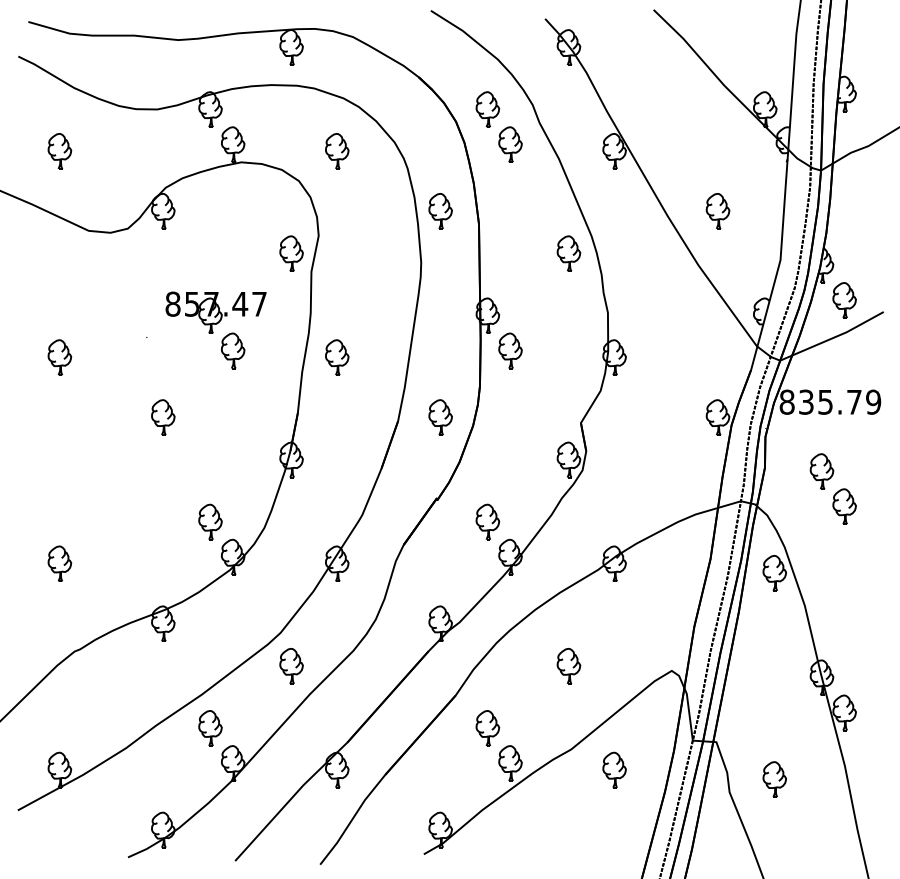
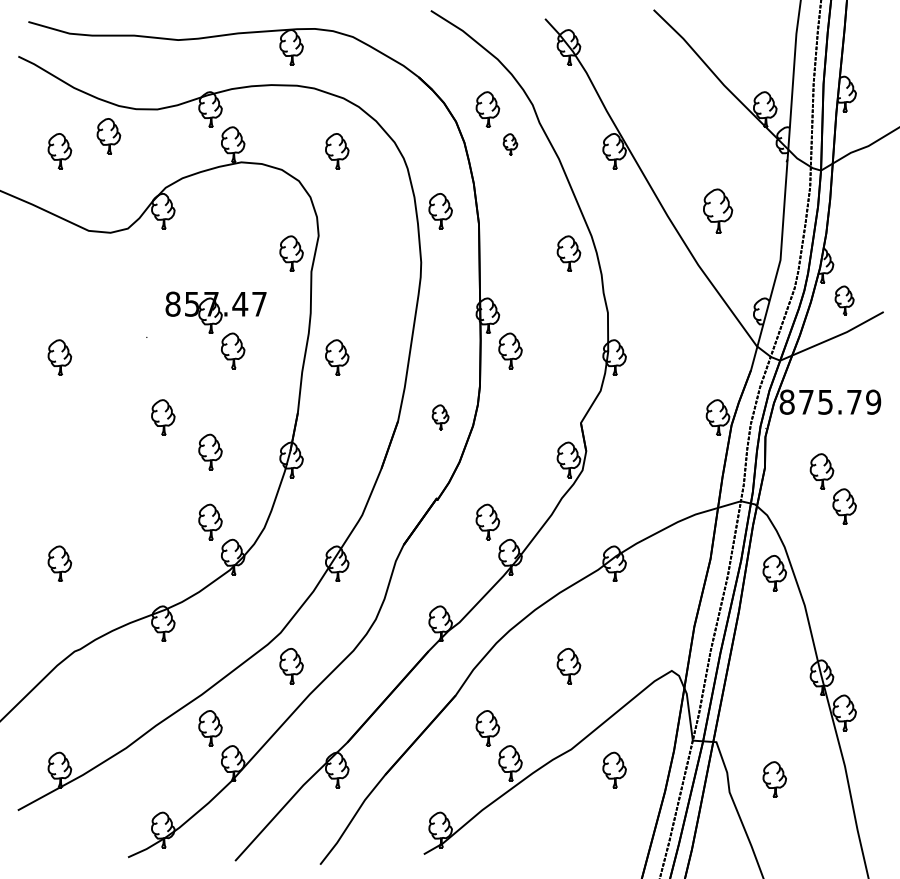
part at (108, 136): none -> present
part at (510, 144) size: 25x37 px -> 17x23 px
part at (717, 211) size: 26x37 px -> 31x46 px
part at (844, 300) size: 25x37 px -> 21x31 px
text at (806, 401): 835.79 -> 875.79
part at (440, 417) size: 25x37 px -> 19x27 px
part at (210, 451): none -> present
